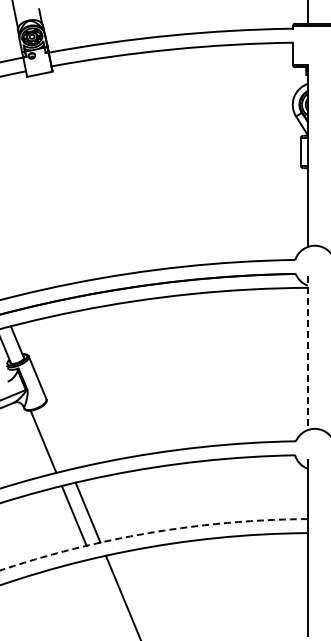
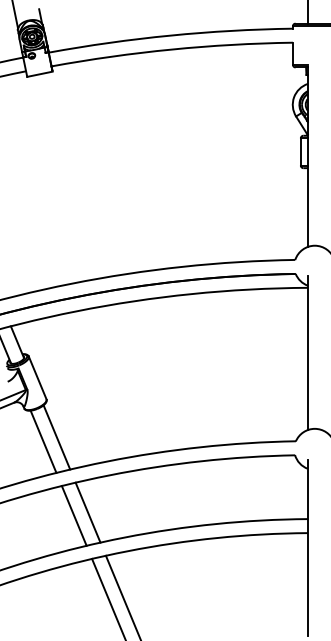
line at (307, 353): dashed -> solid
line at (56, 437): none -> present
arc at (152, 532): dashed -> solid
line at (108, 597): none -> present
